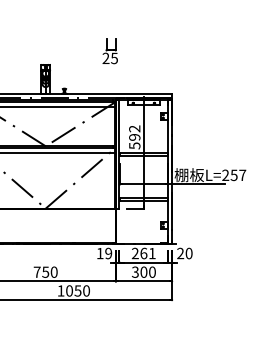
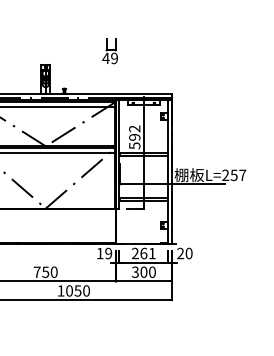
text at (109, 57): 25 -> 49
